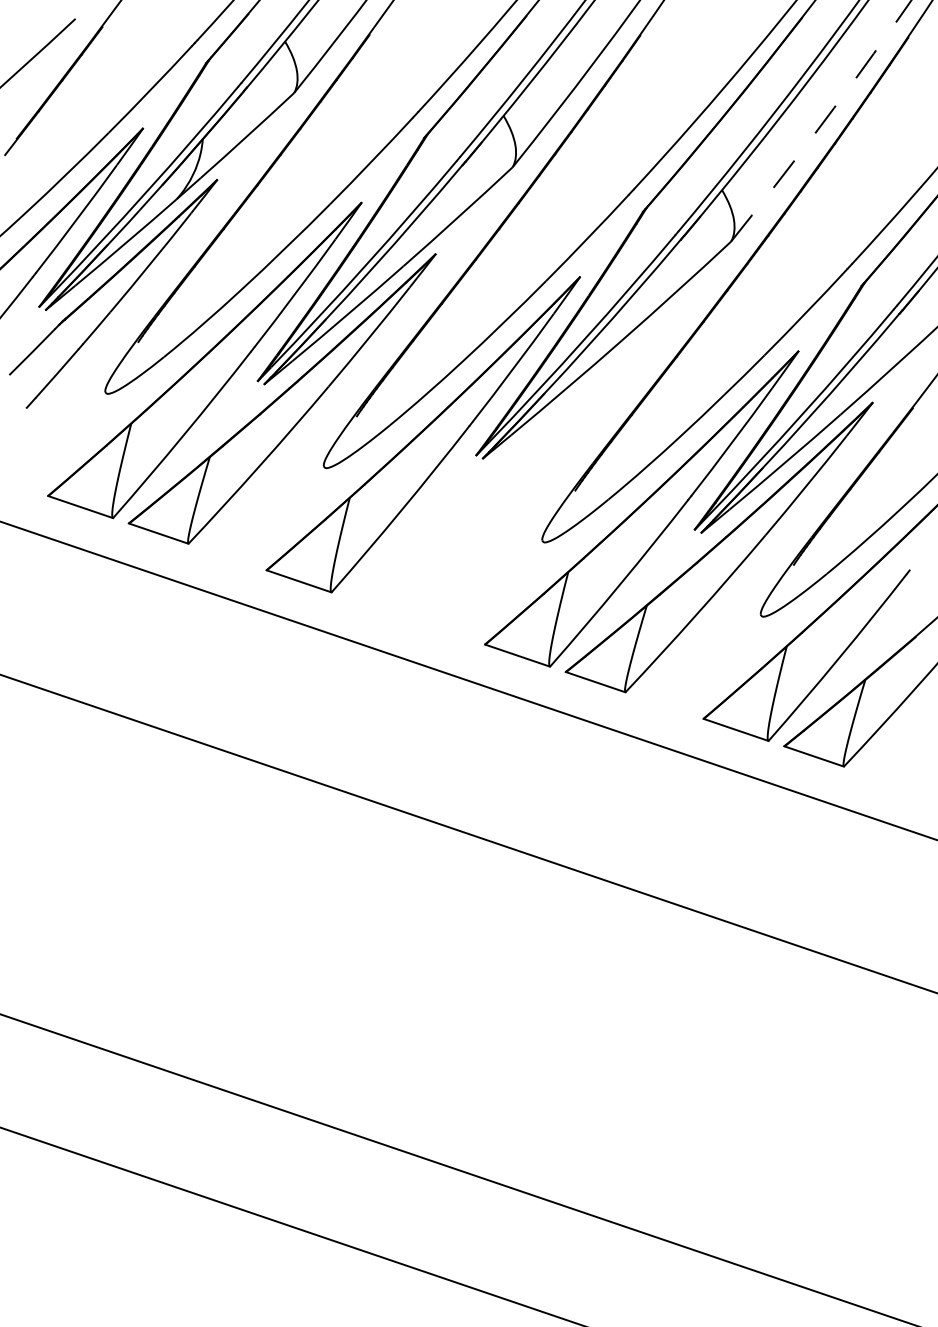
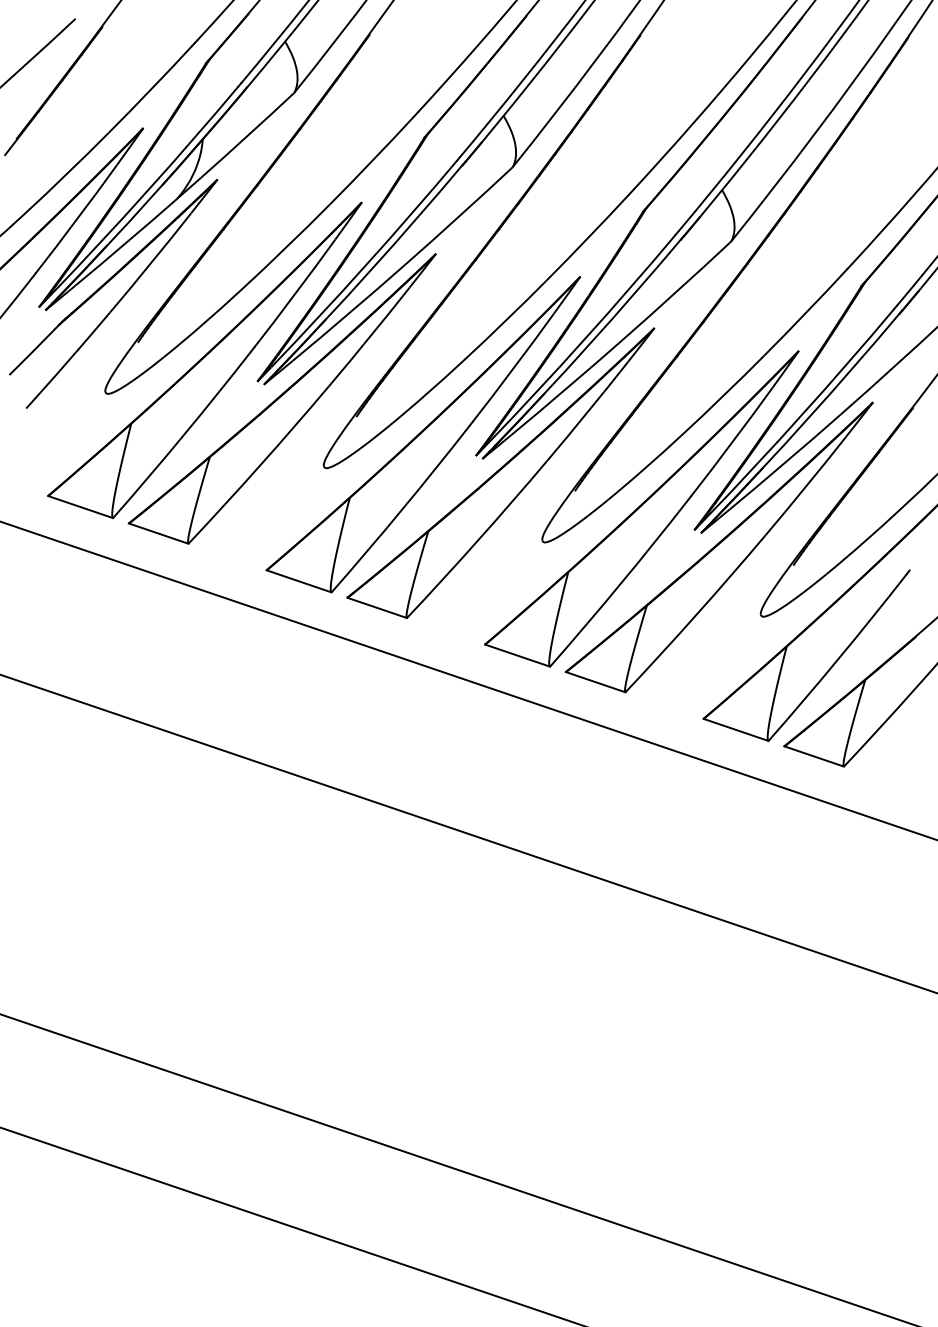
arc at (823, 122): dashed -> solid
part at (500, 472): none -> present
